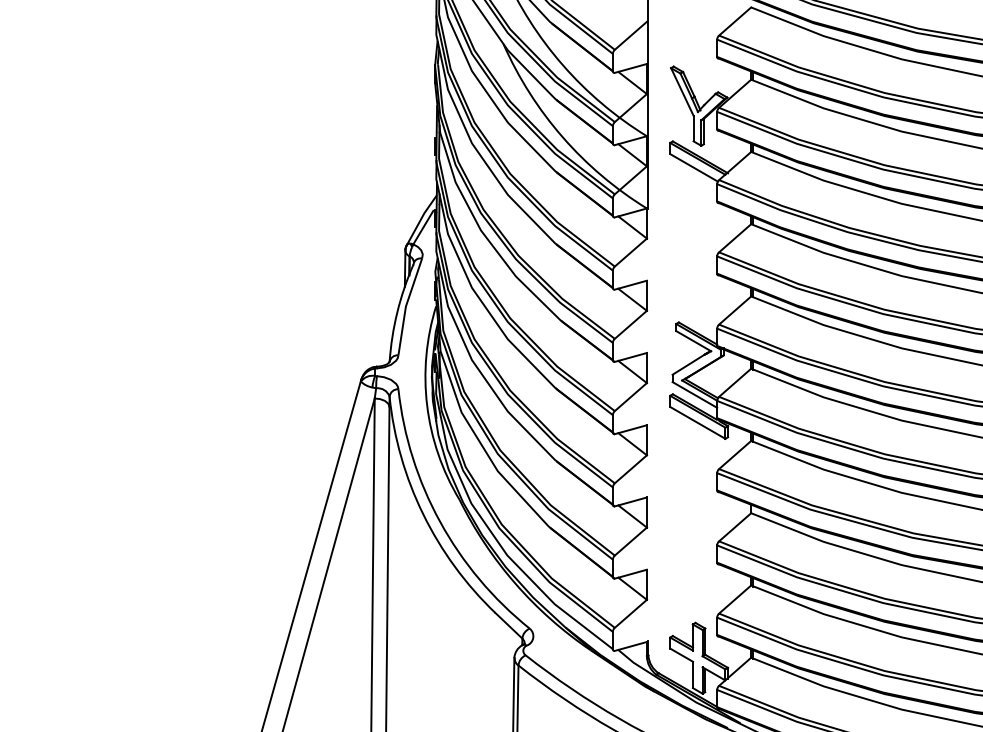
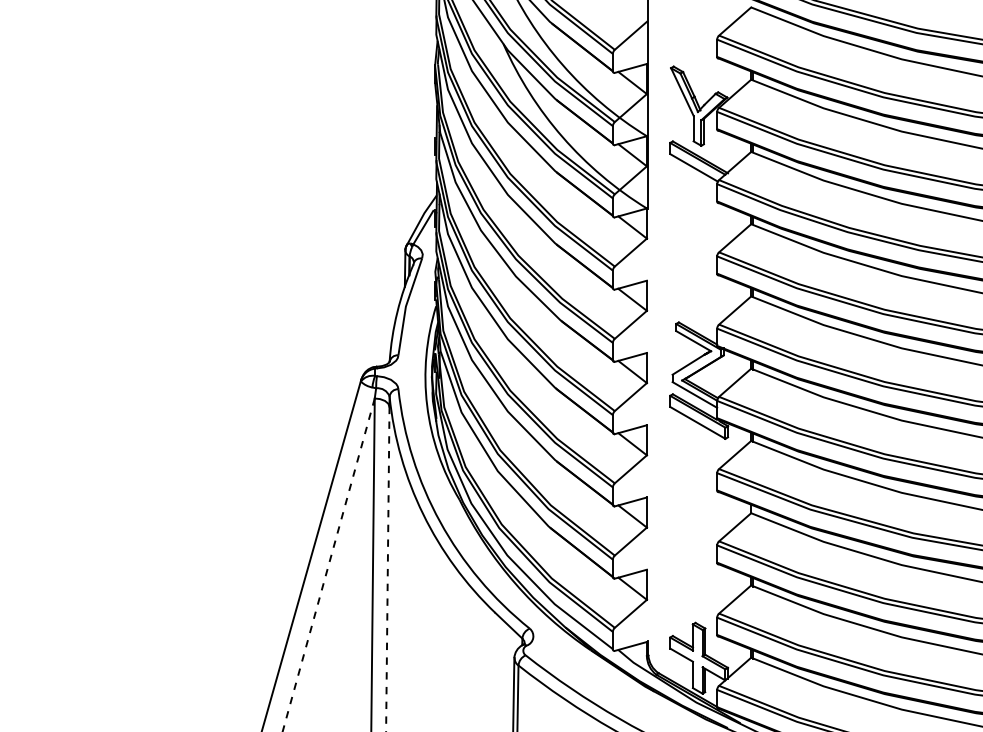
line at (328, 565): solid -> dashed
line at (387, 569): solid -> dashed
